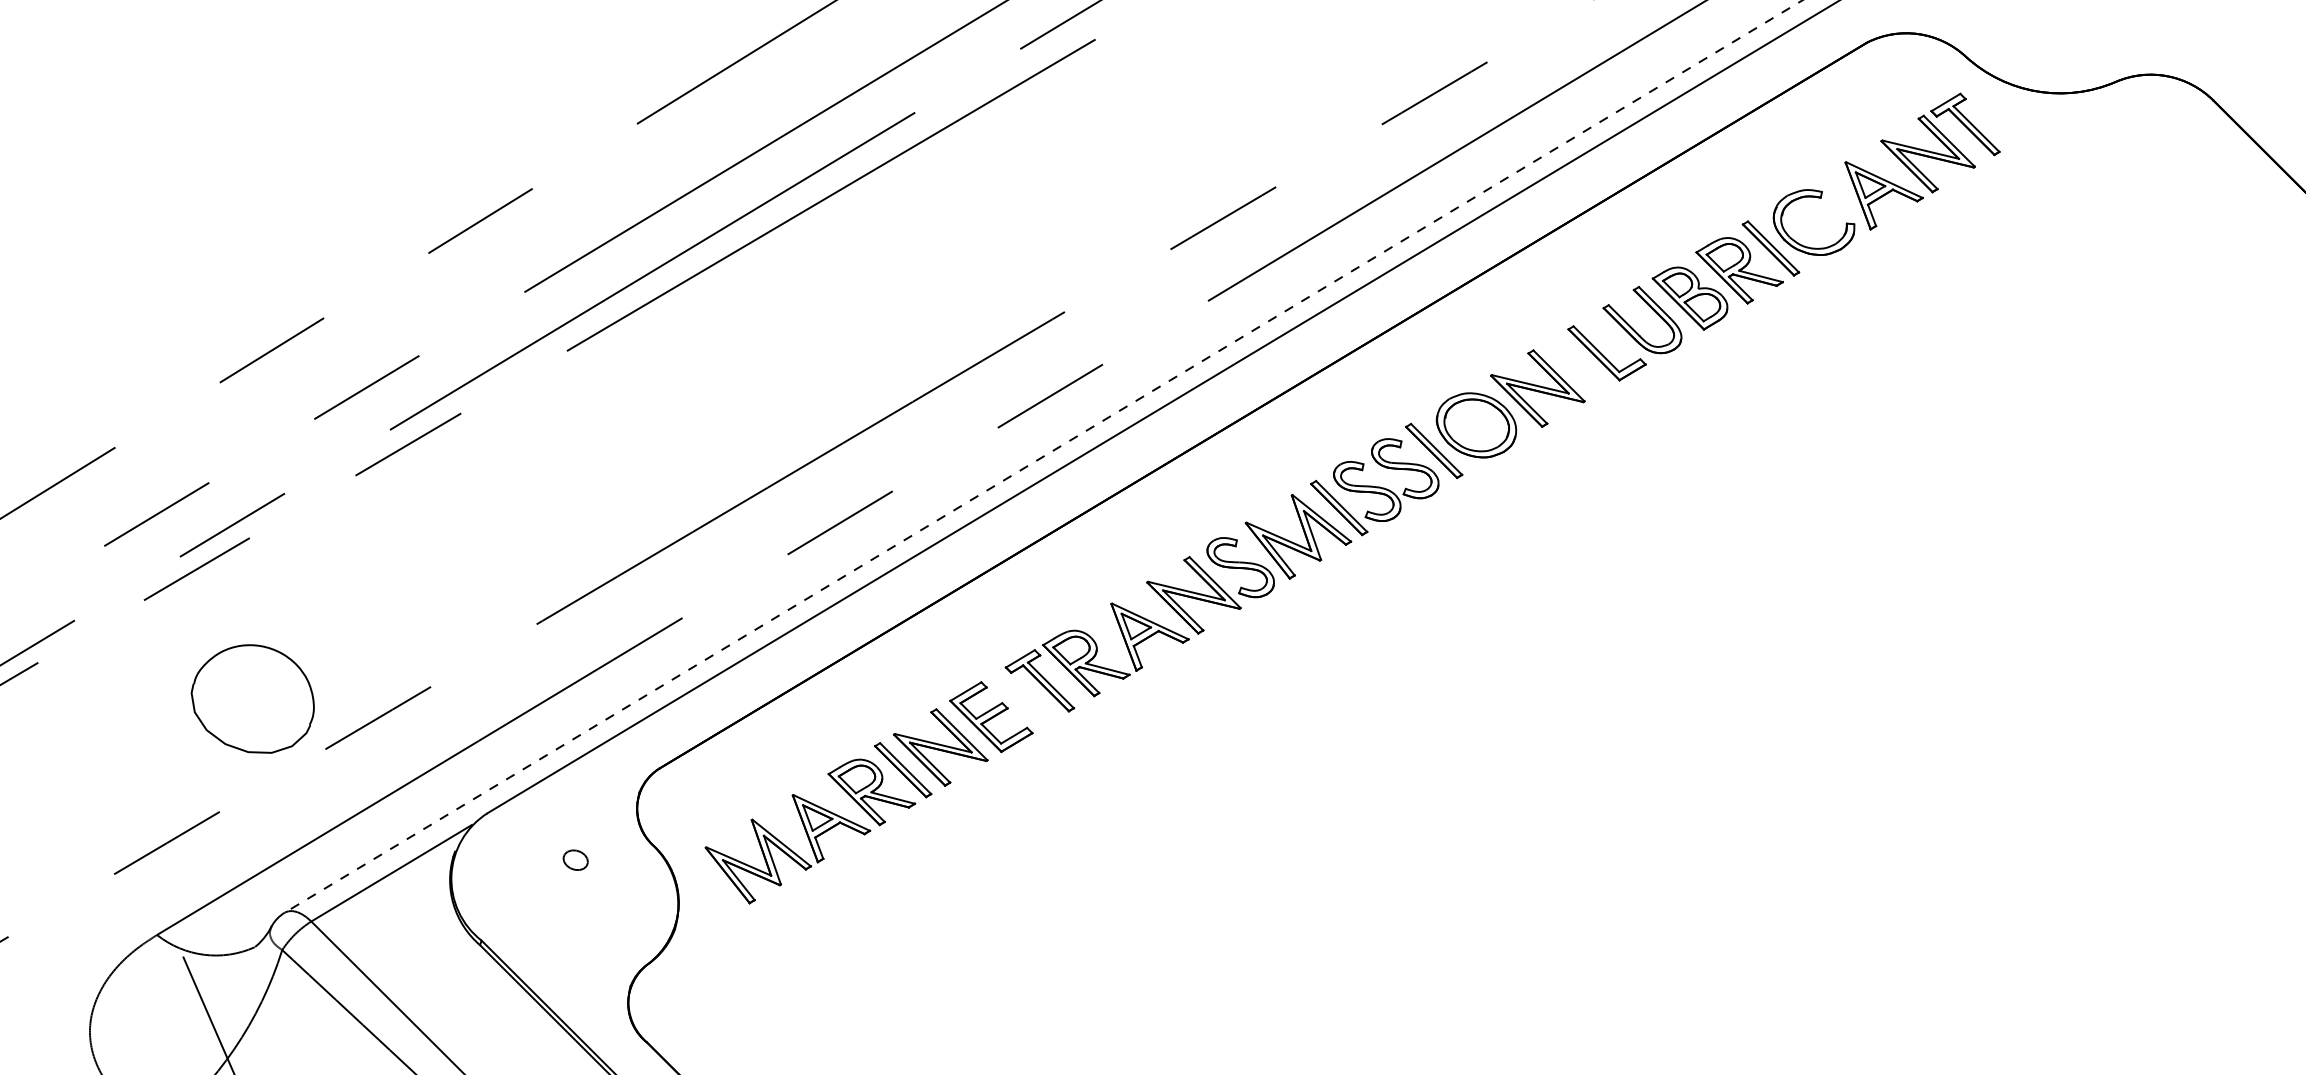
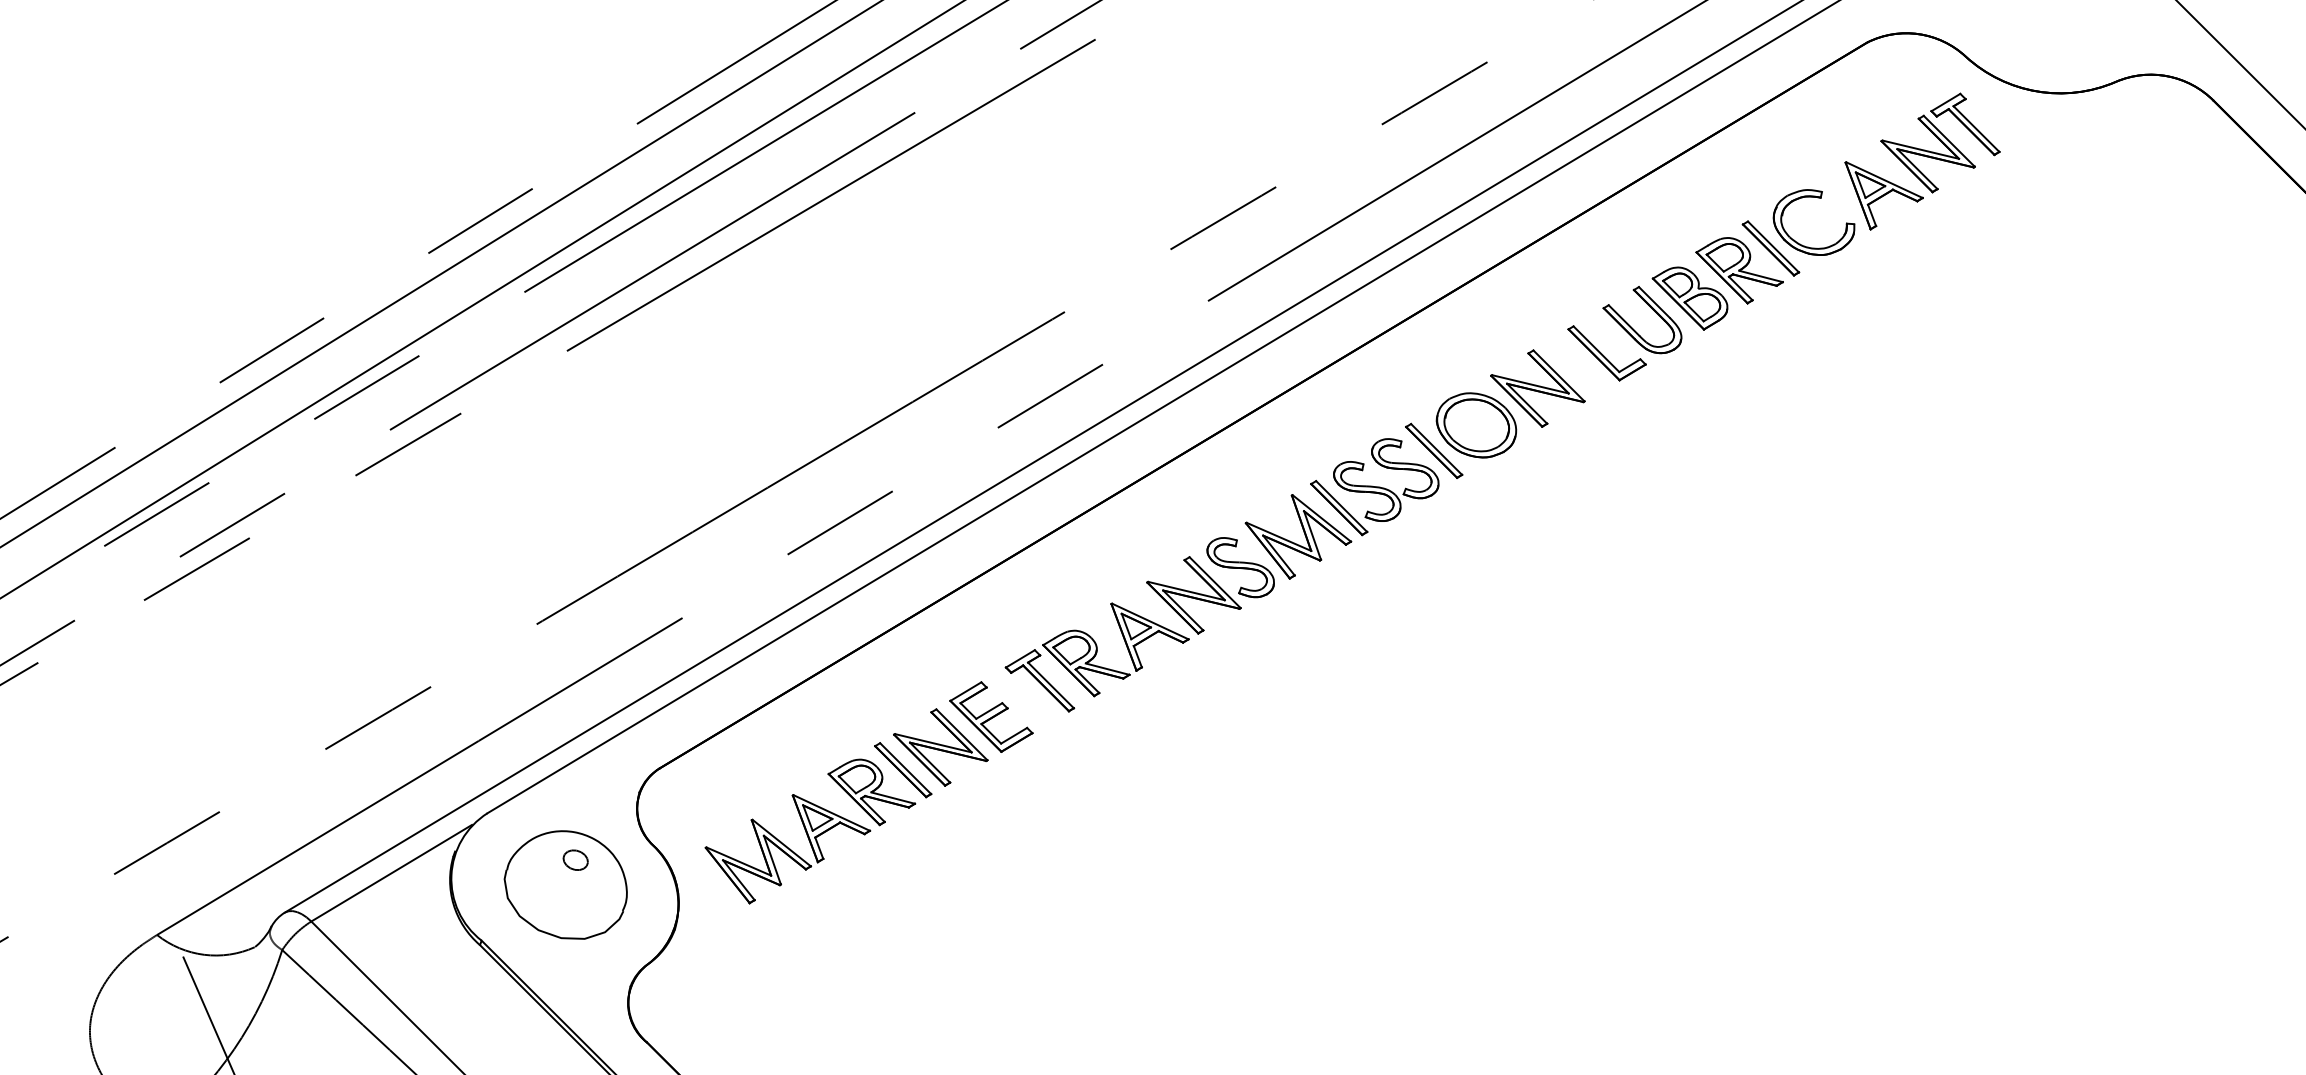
line at (2240, 64): none -> present
line at (440, 273): none -> present
line at (481, 299): none -> present
line at (1043, 456): dashed -> solid
part at (252, 698) position: (252, 698) -> (565, 884)
